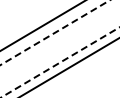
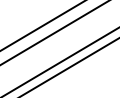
line at (55, 32): dashed -> solid
line at (60, 62): dashed -> solid
